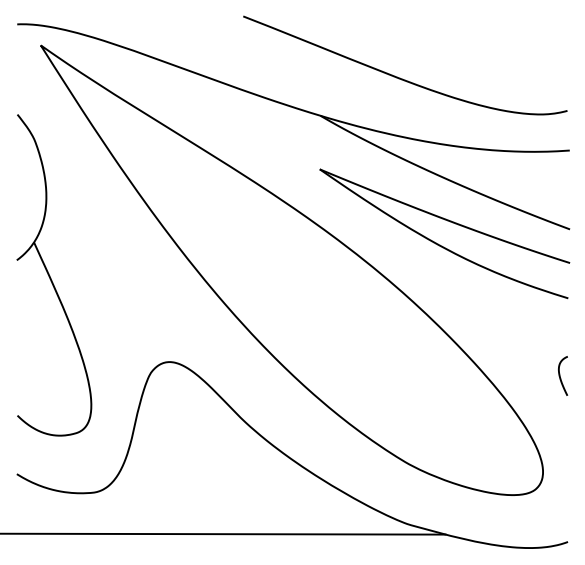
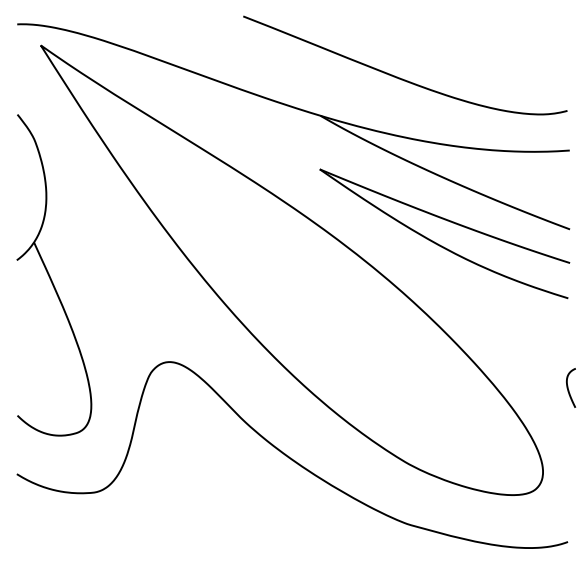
curve at (560, 375) position: (560, 375) -> (568, 387)
line at (223, 533): present -> none
